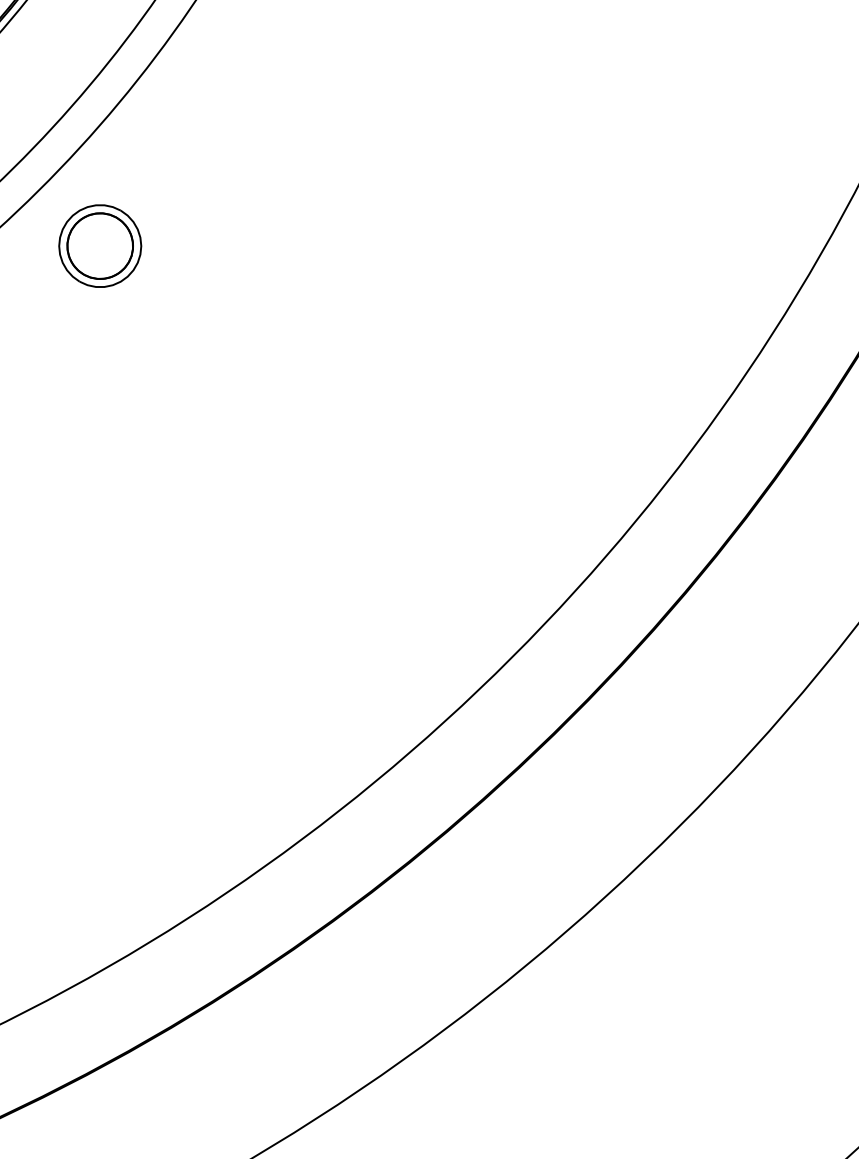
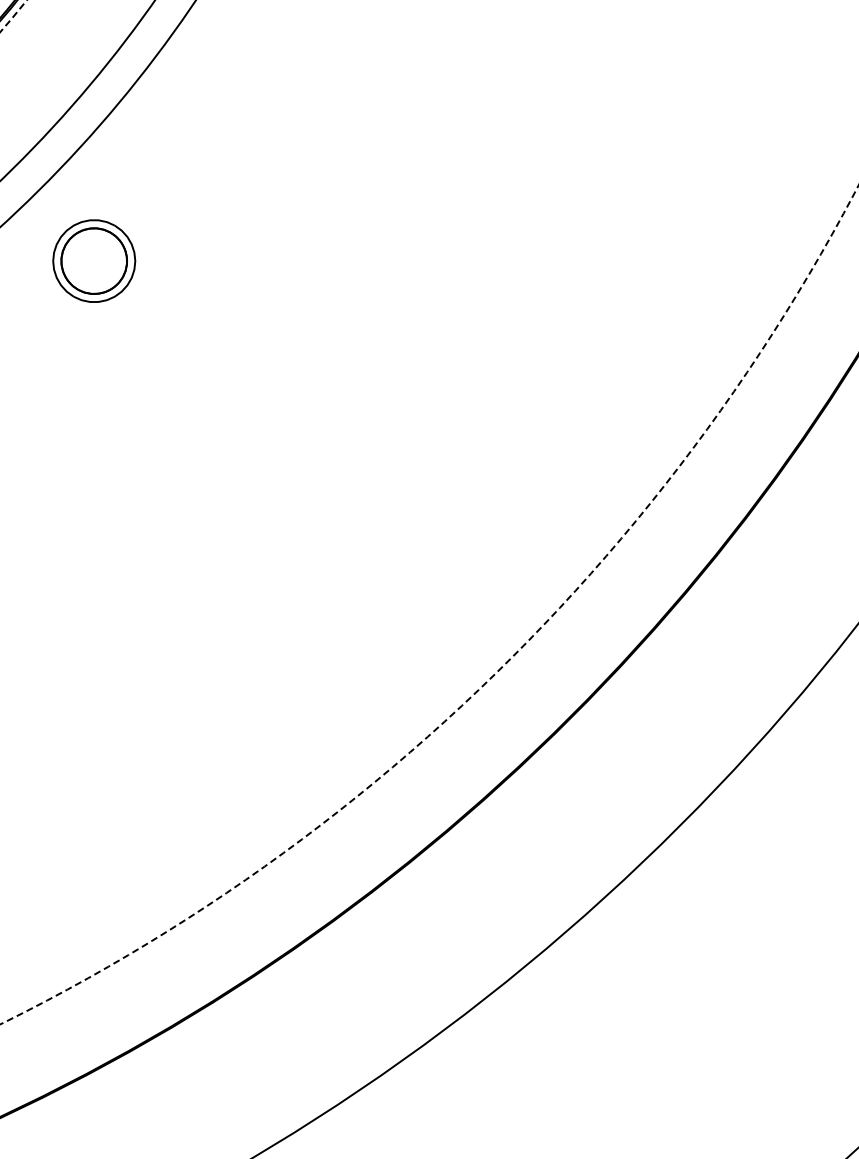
arc at (13, 16): solid -> dashed
part at (100, 245) position: (100, 245) -> (94, 260)
arc at (497, 672): solid -> dashed
